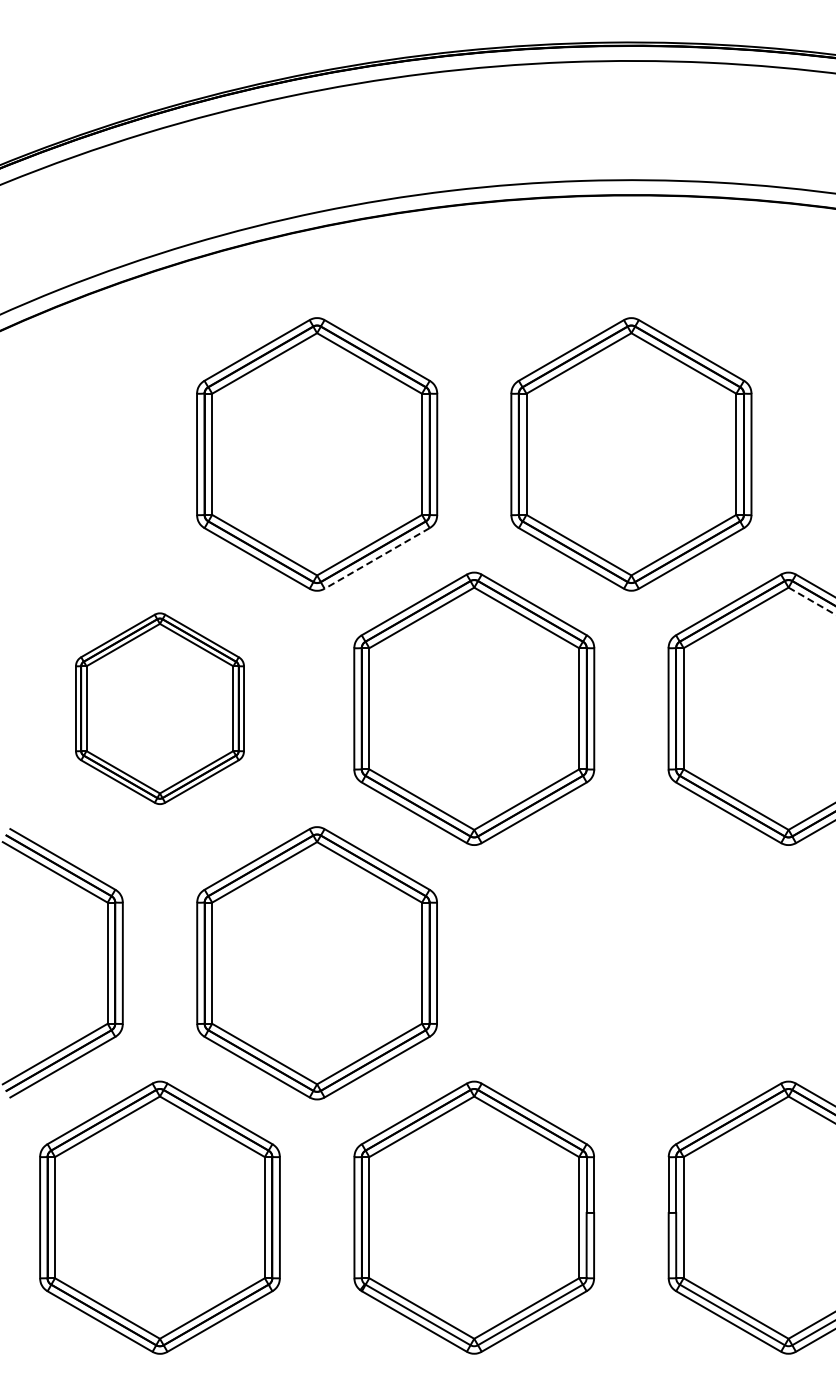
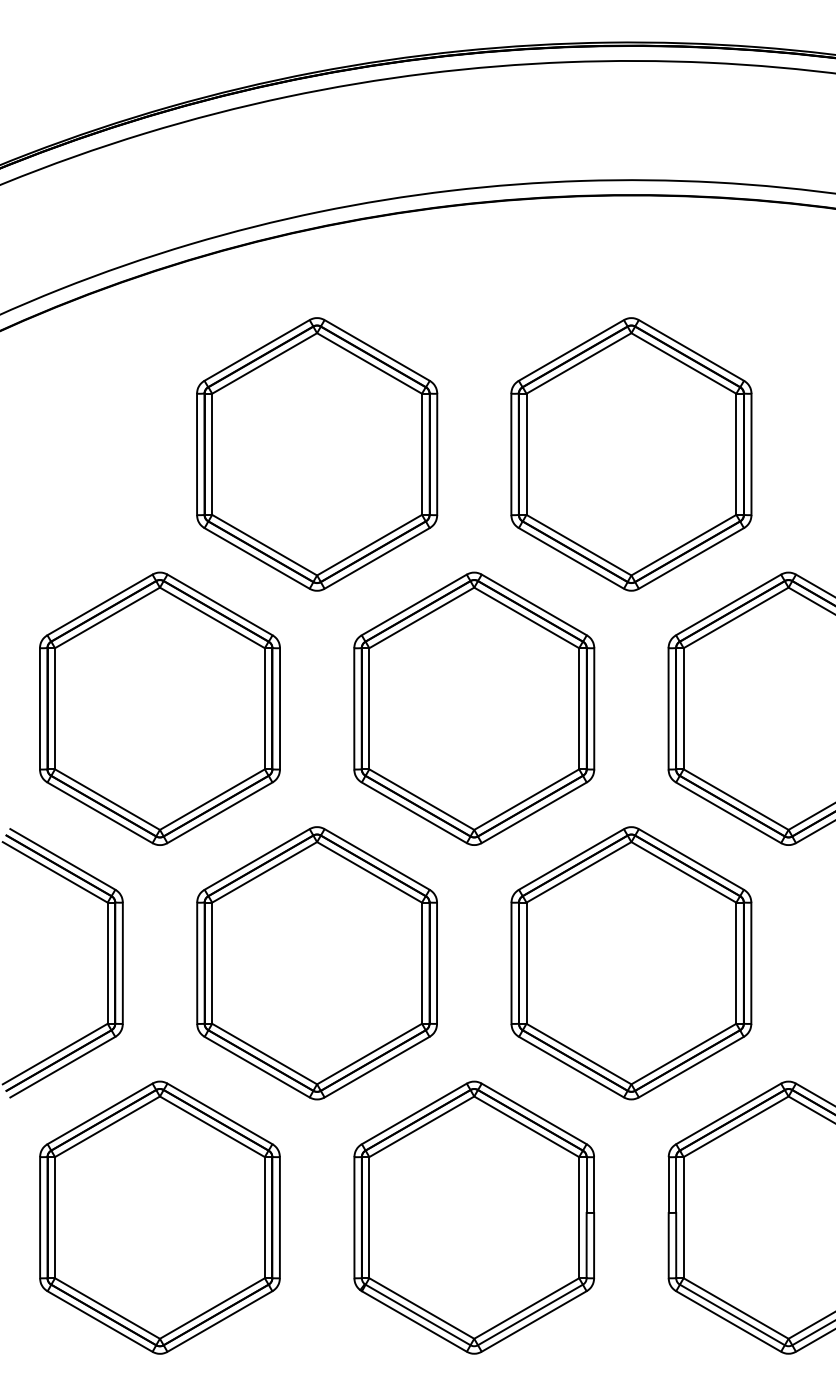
line at (377, 558): dashed -> solid
line at (812, 601): dashed -> solid
part at (159, 708) size: 170x193 px -> 242x275 px
part at (631, 963): none -> present
